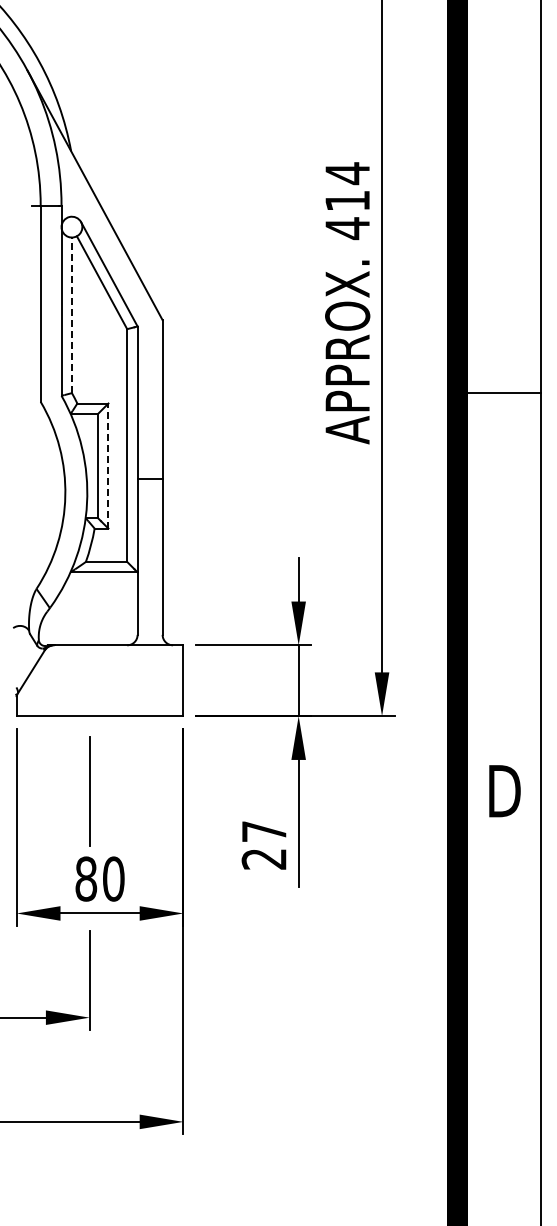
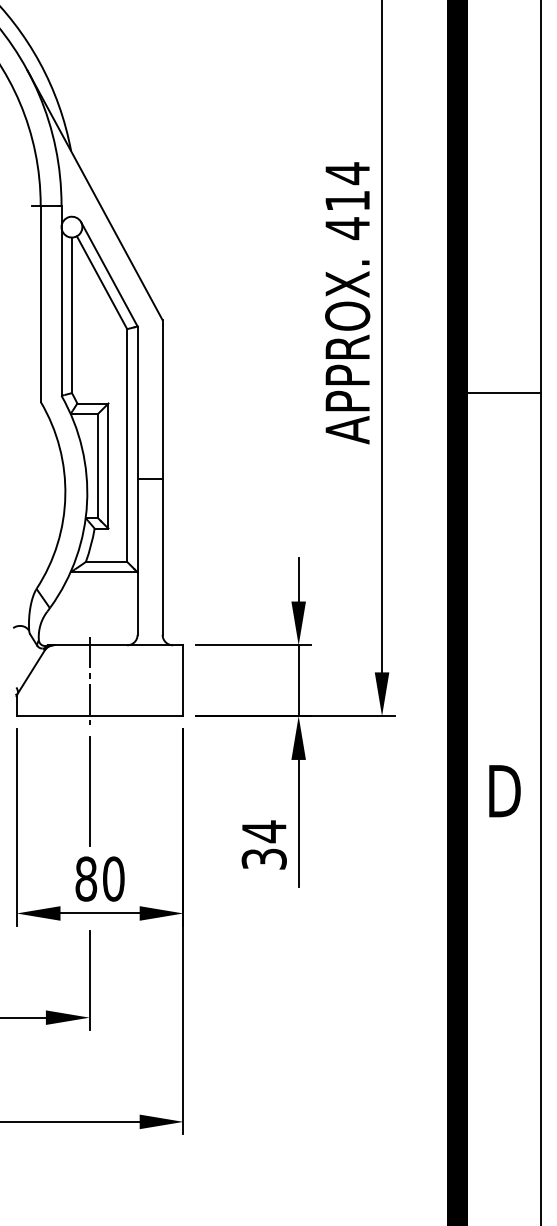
line at (71, 315): dashed -> solid
line at (108, 466): dashed -> solid
line at (89, 680): none -> present
text at (264, 844): 27 -> 34
